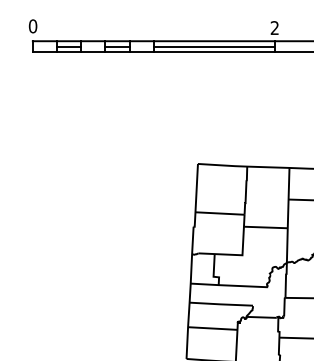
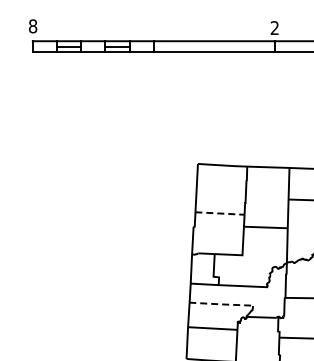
text at (32, 26): 0 -> 8
line at (213, 46): present -> none
line at (219, 213): solid -> dashed
line at (220, 304): solid -> dashed
